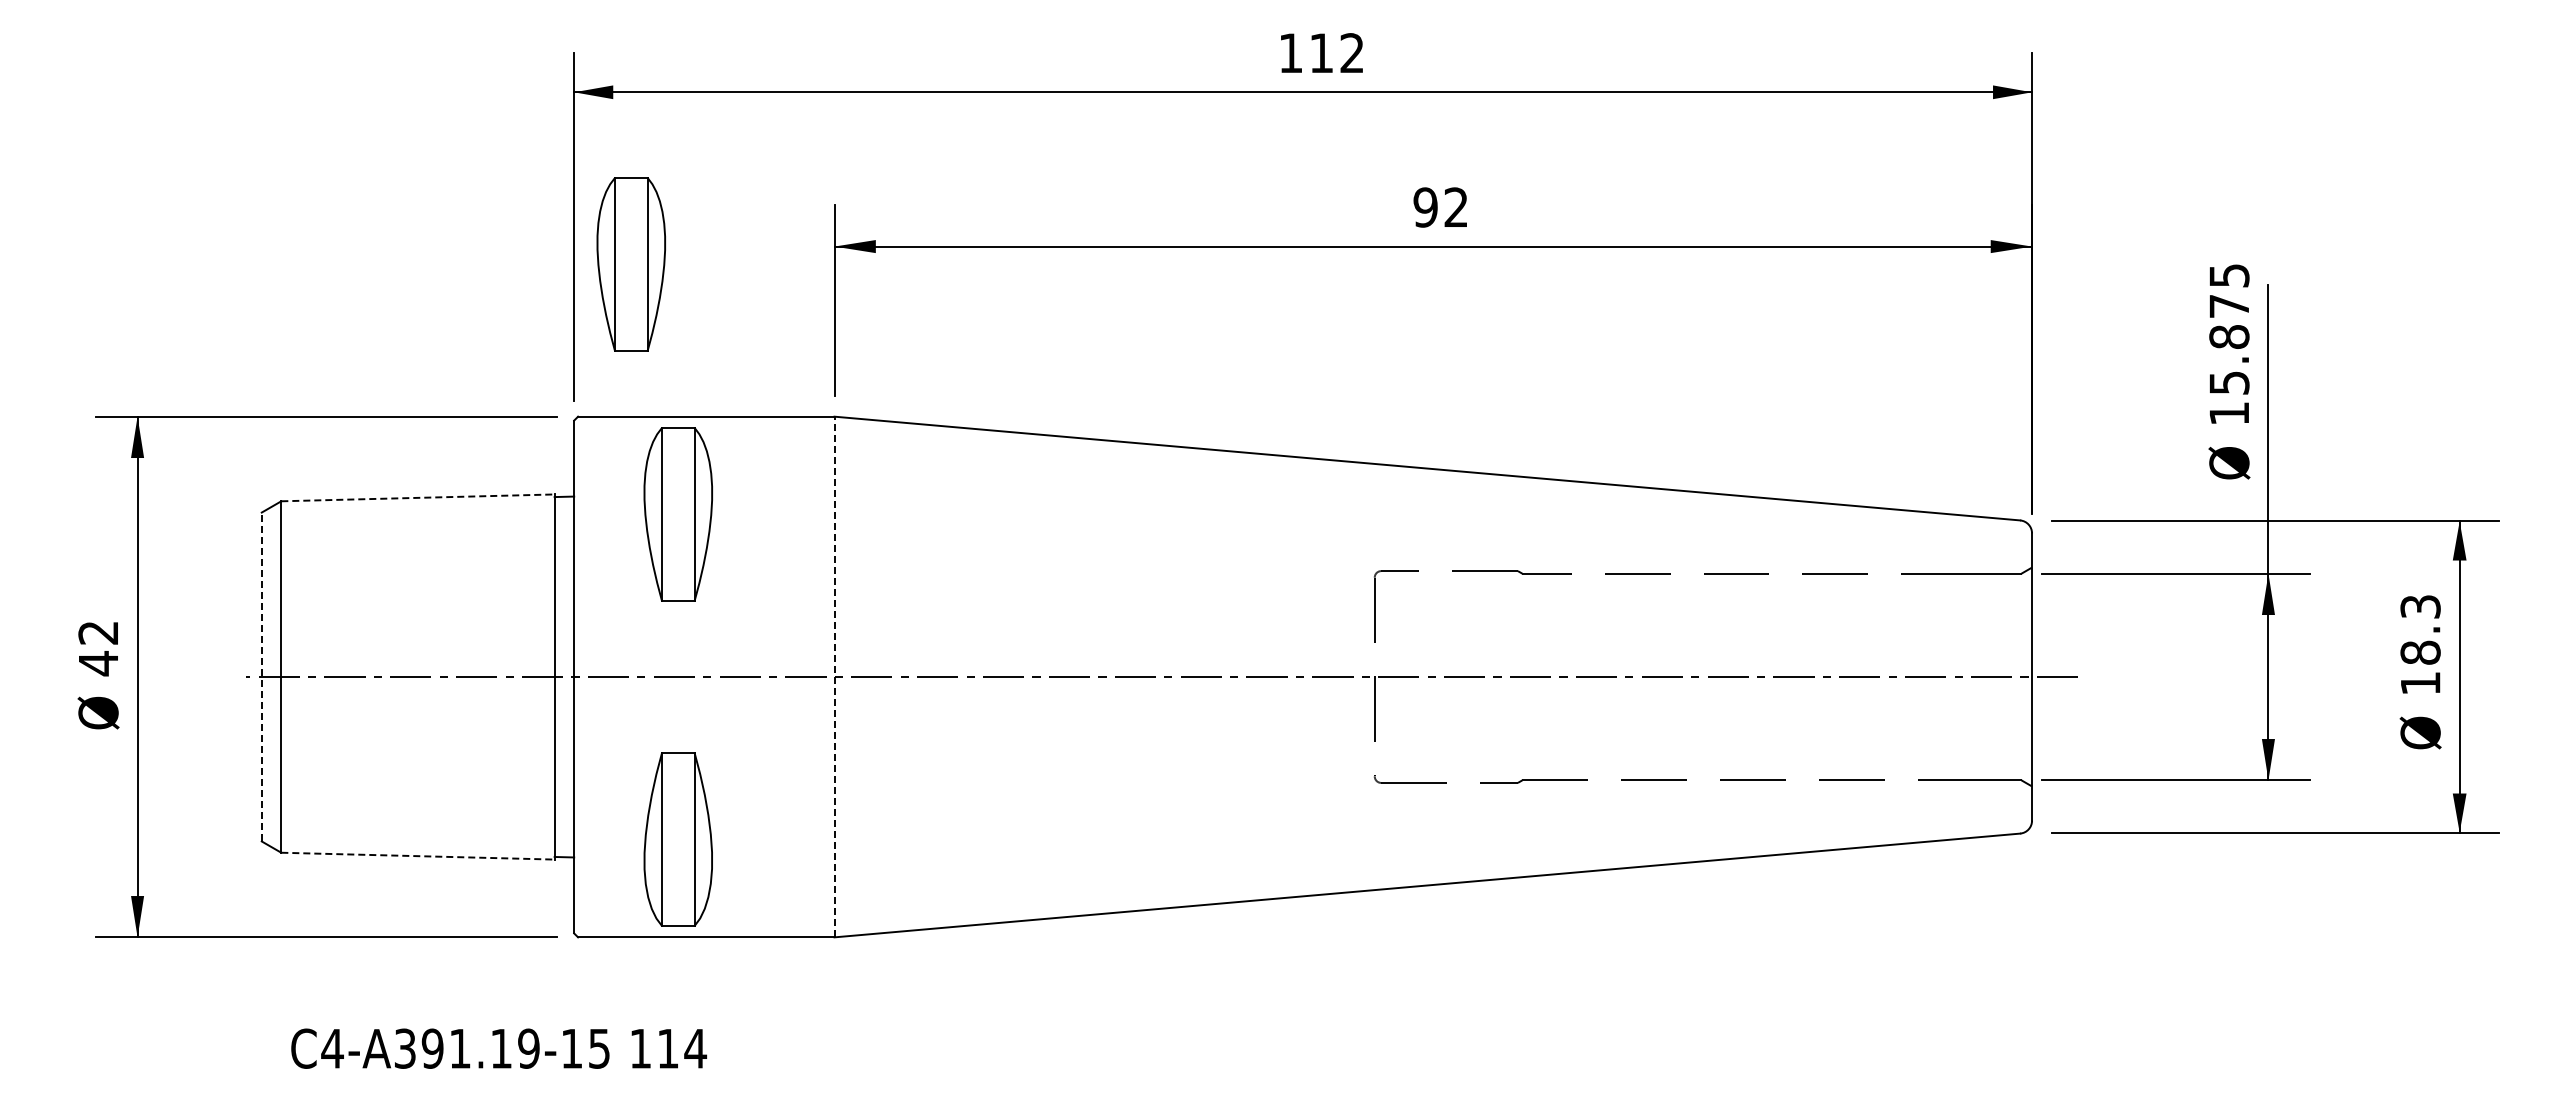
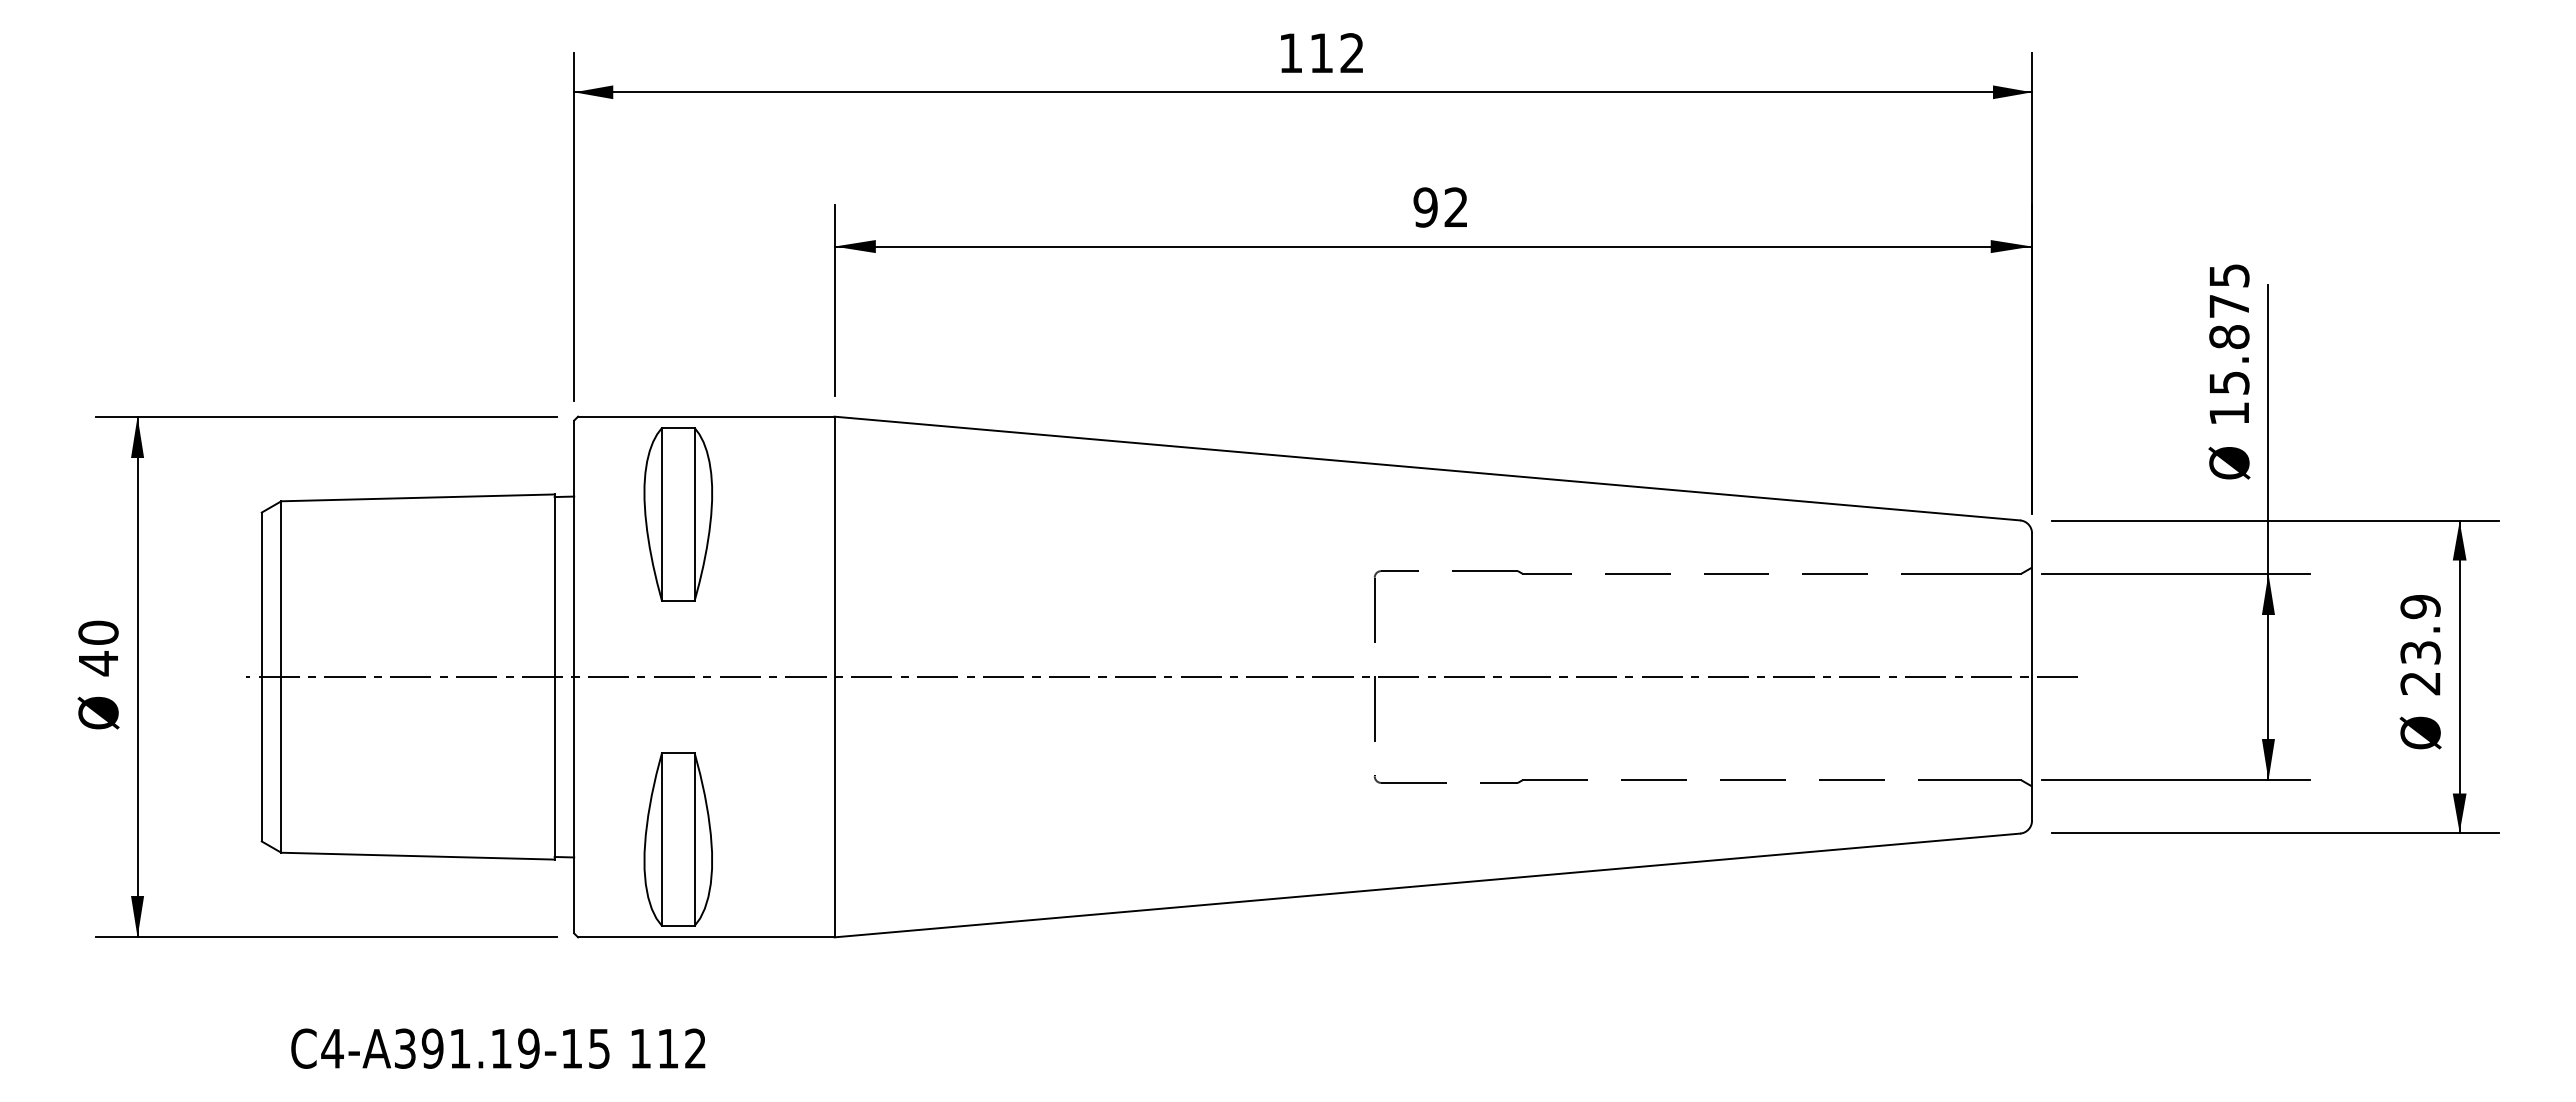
part at (630, 264): present -> none
line at (417, 497): dashed -> solid
text at (98, 632): 42 -> 40
text at (2420, 645): 18.3 -> 23.9
line at (261, 676): dashed -> solid
line at (834, 676): dashed -> solid
line at (417, 856): dashed -> solid
text at (695, 1048): 114 -> 112
